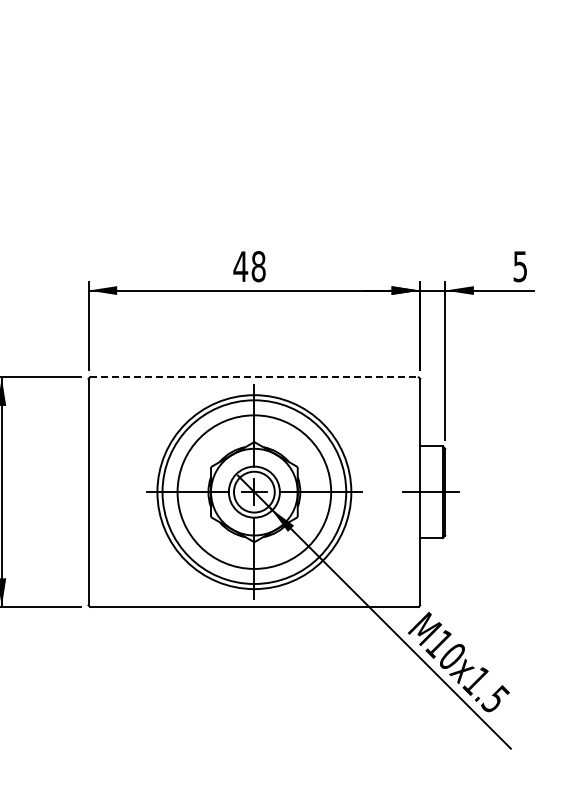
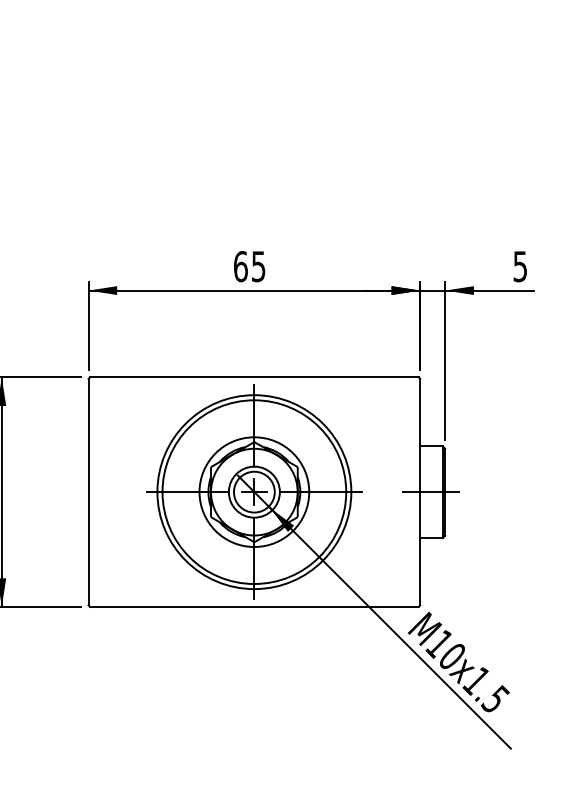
text at (249, 266): 48 -> 65
line at (254, 377): dashed -> solid
circle at (254, 491) diameter: 154 px -> 110 px
